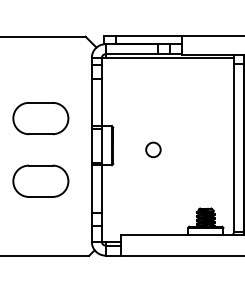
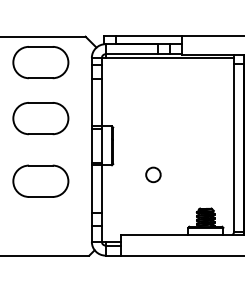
part at (40, 62): none -> present
circle at (153, 149) position: (153, 149) -> (153, 174)
